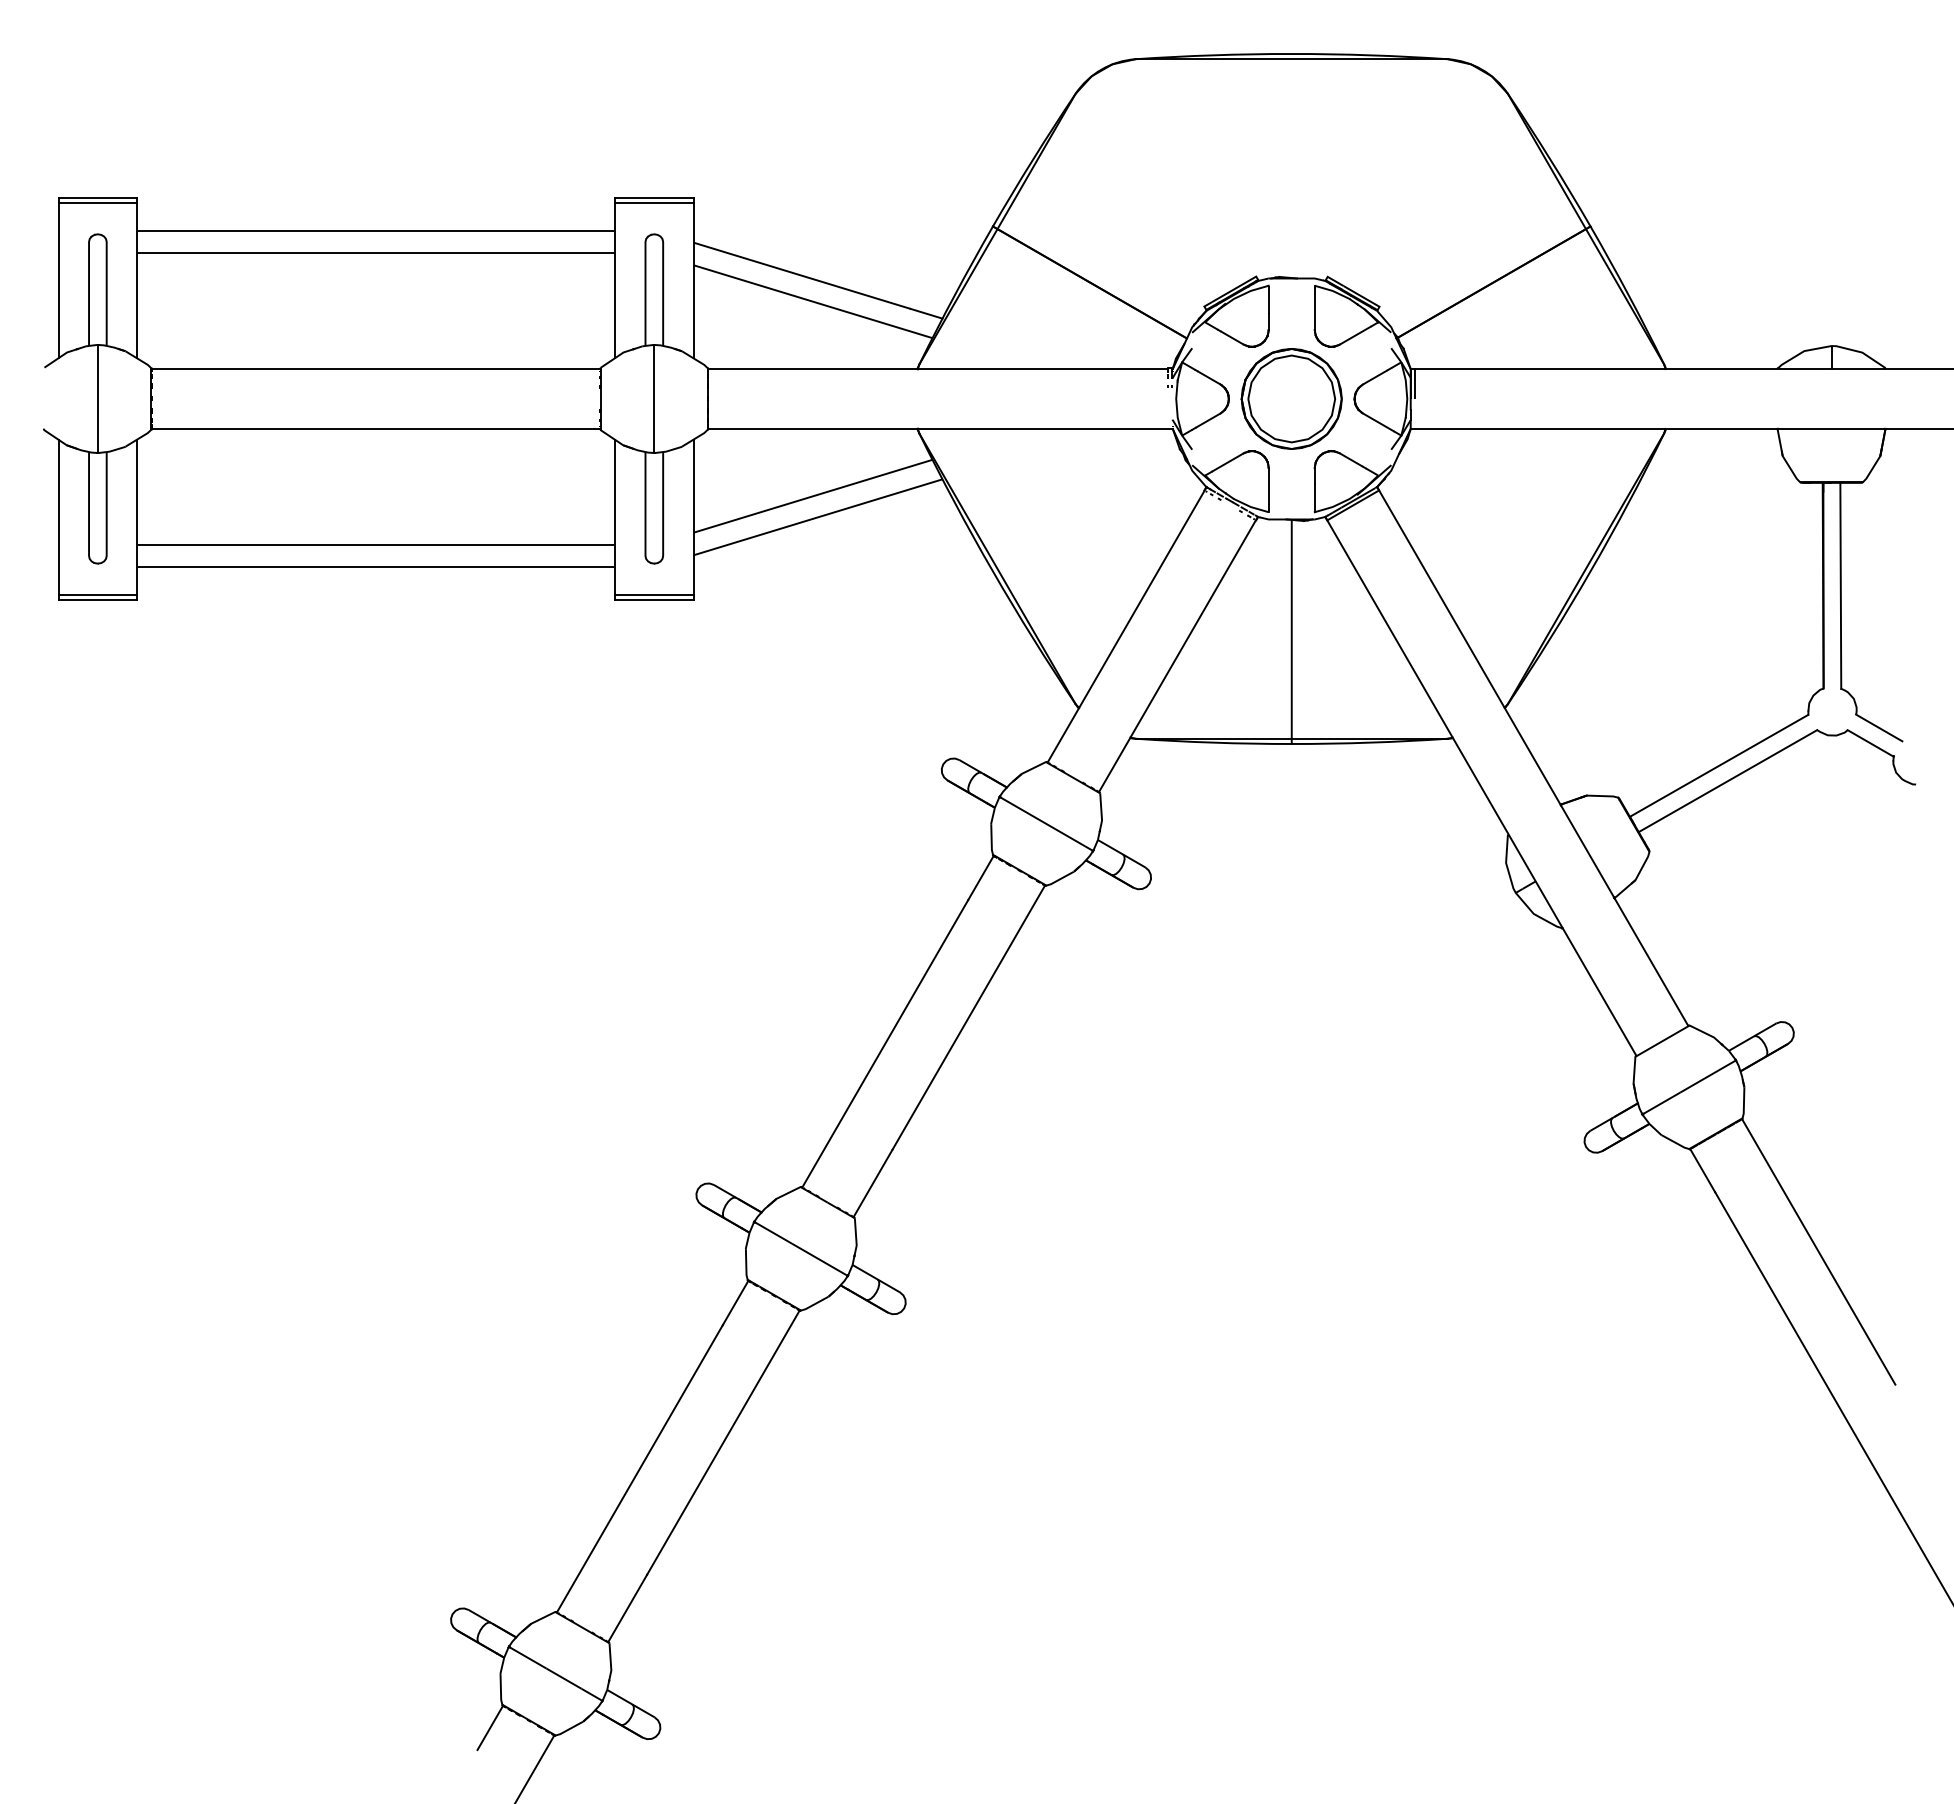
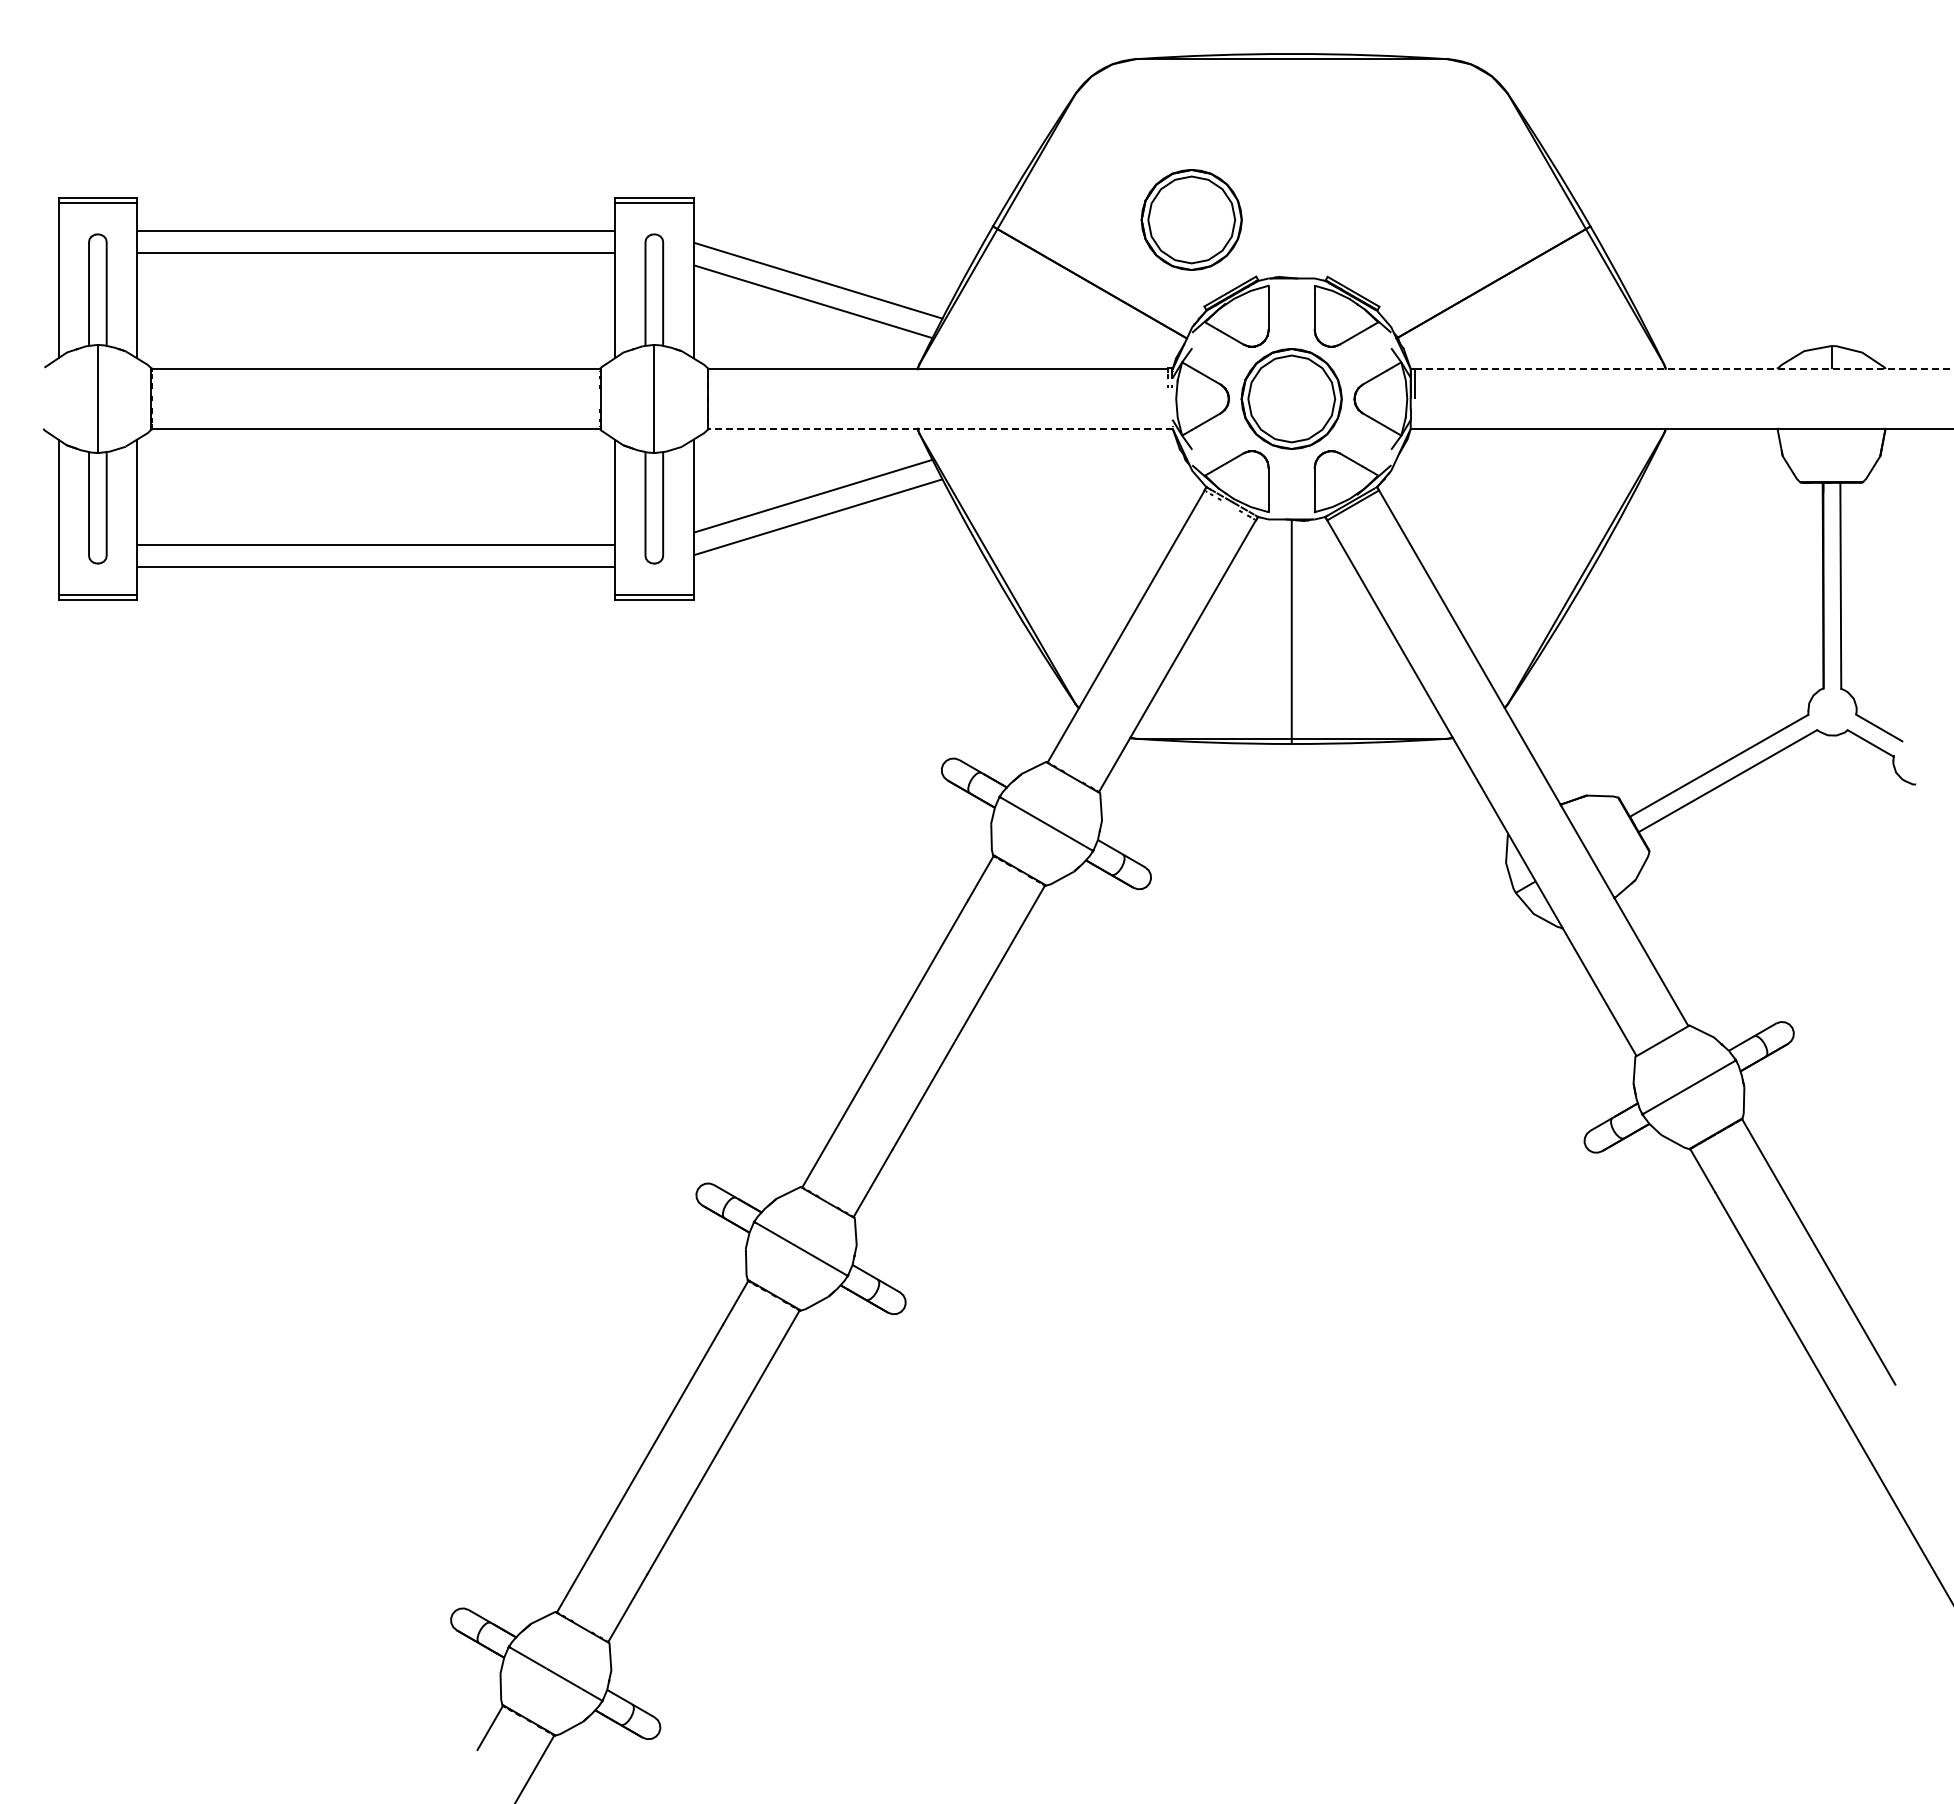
part at (1191, 219): none -> present
line at (1684, 369): solid -> dashed
line at (940, 428): solid -> dashed
